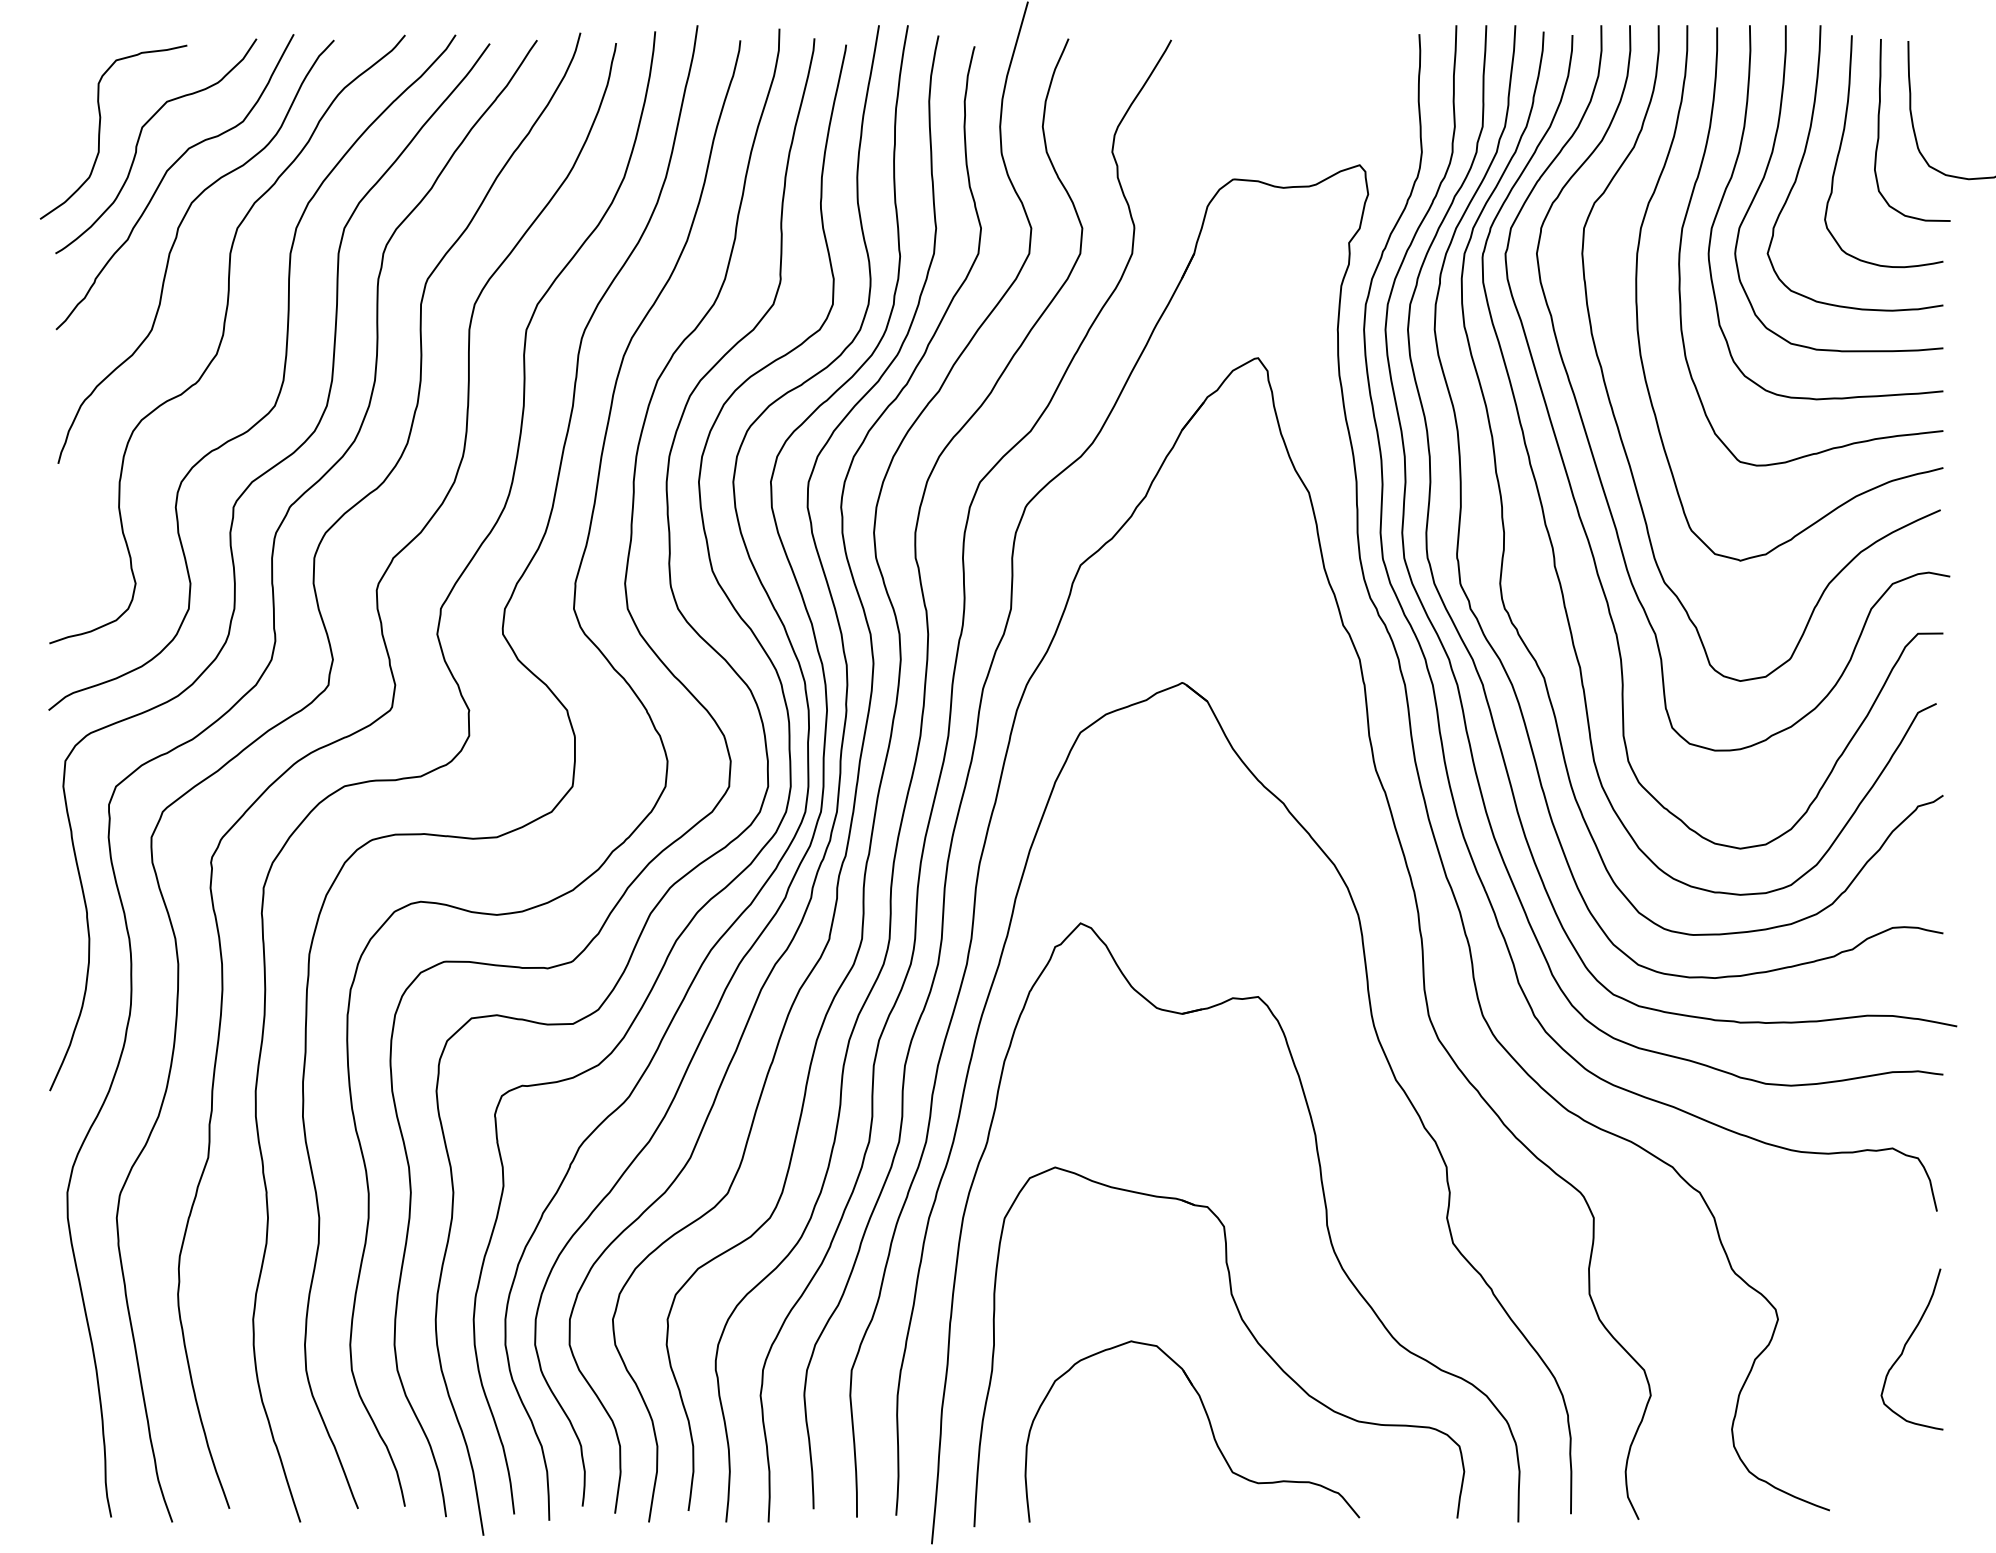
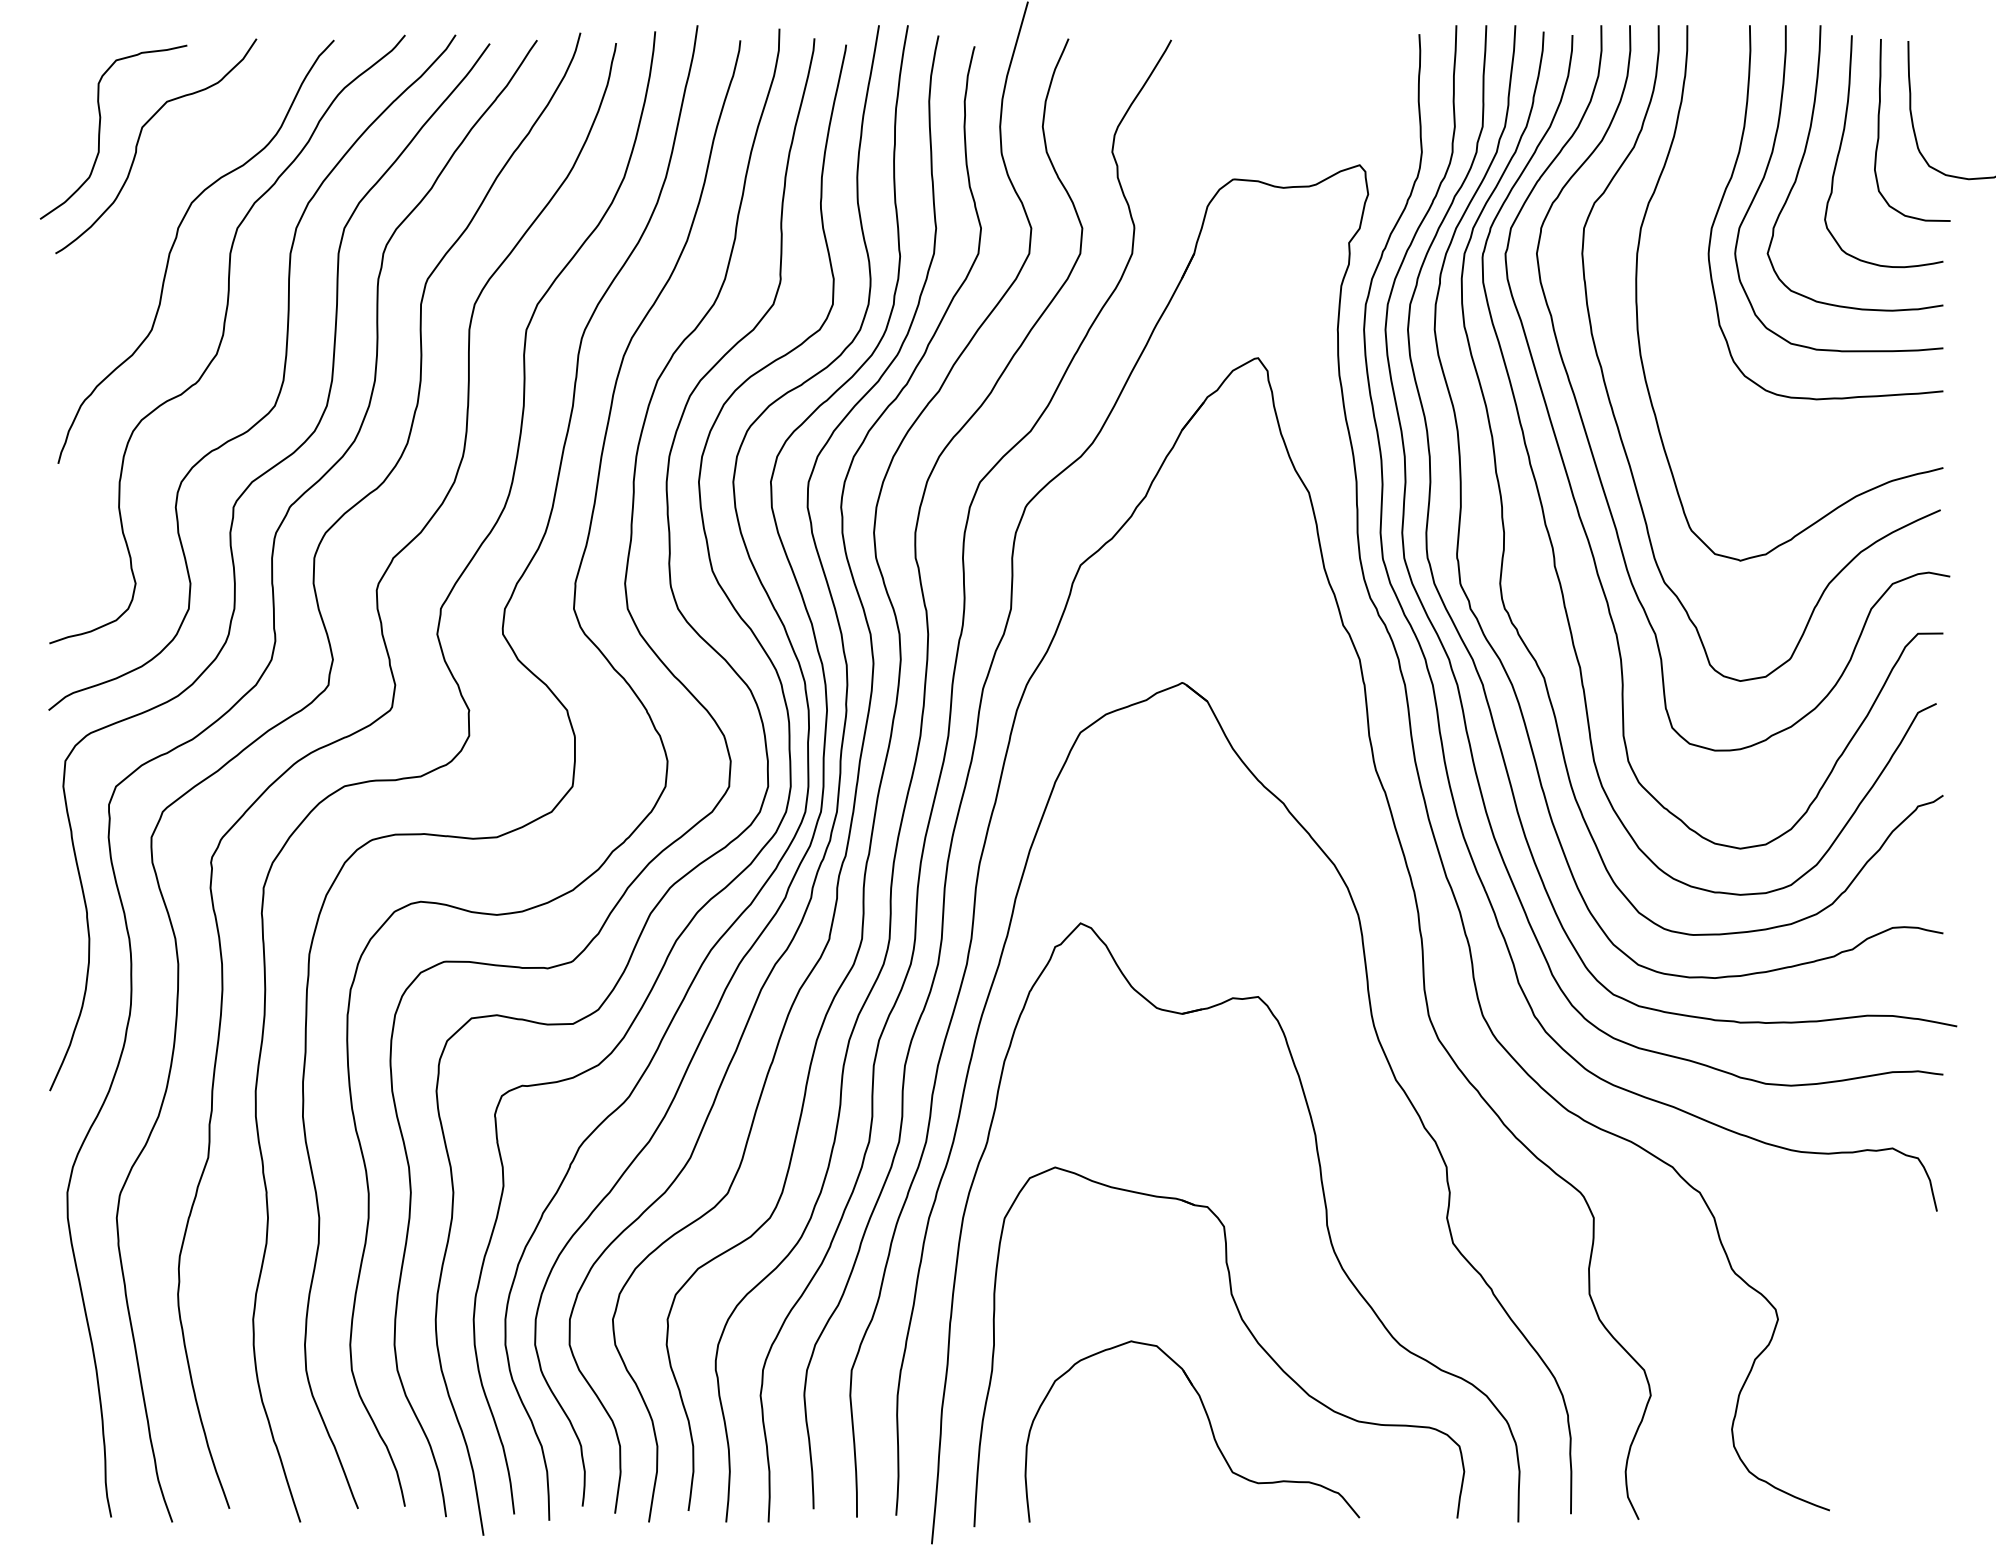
curve at (165, 176): present -> none
curve at (1688, 211): present -> none
curve at (1905, 1347): present -> none
